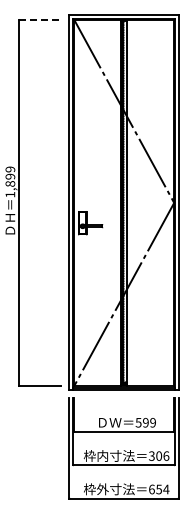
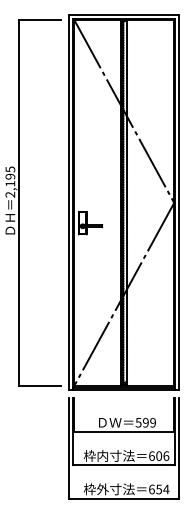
line at (40, 19): dashed -> solid
text at (10, 181): 1,899 -> 2,195
text at (151, 455): 306 -> 606
